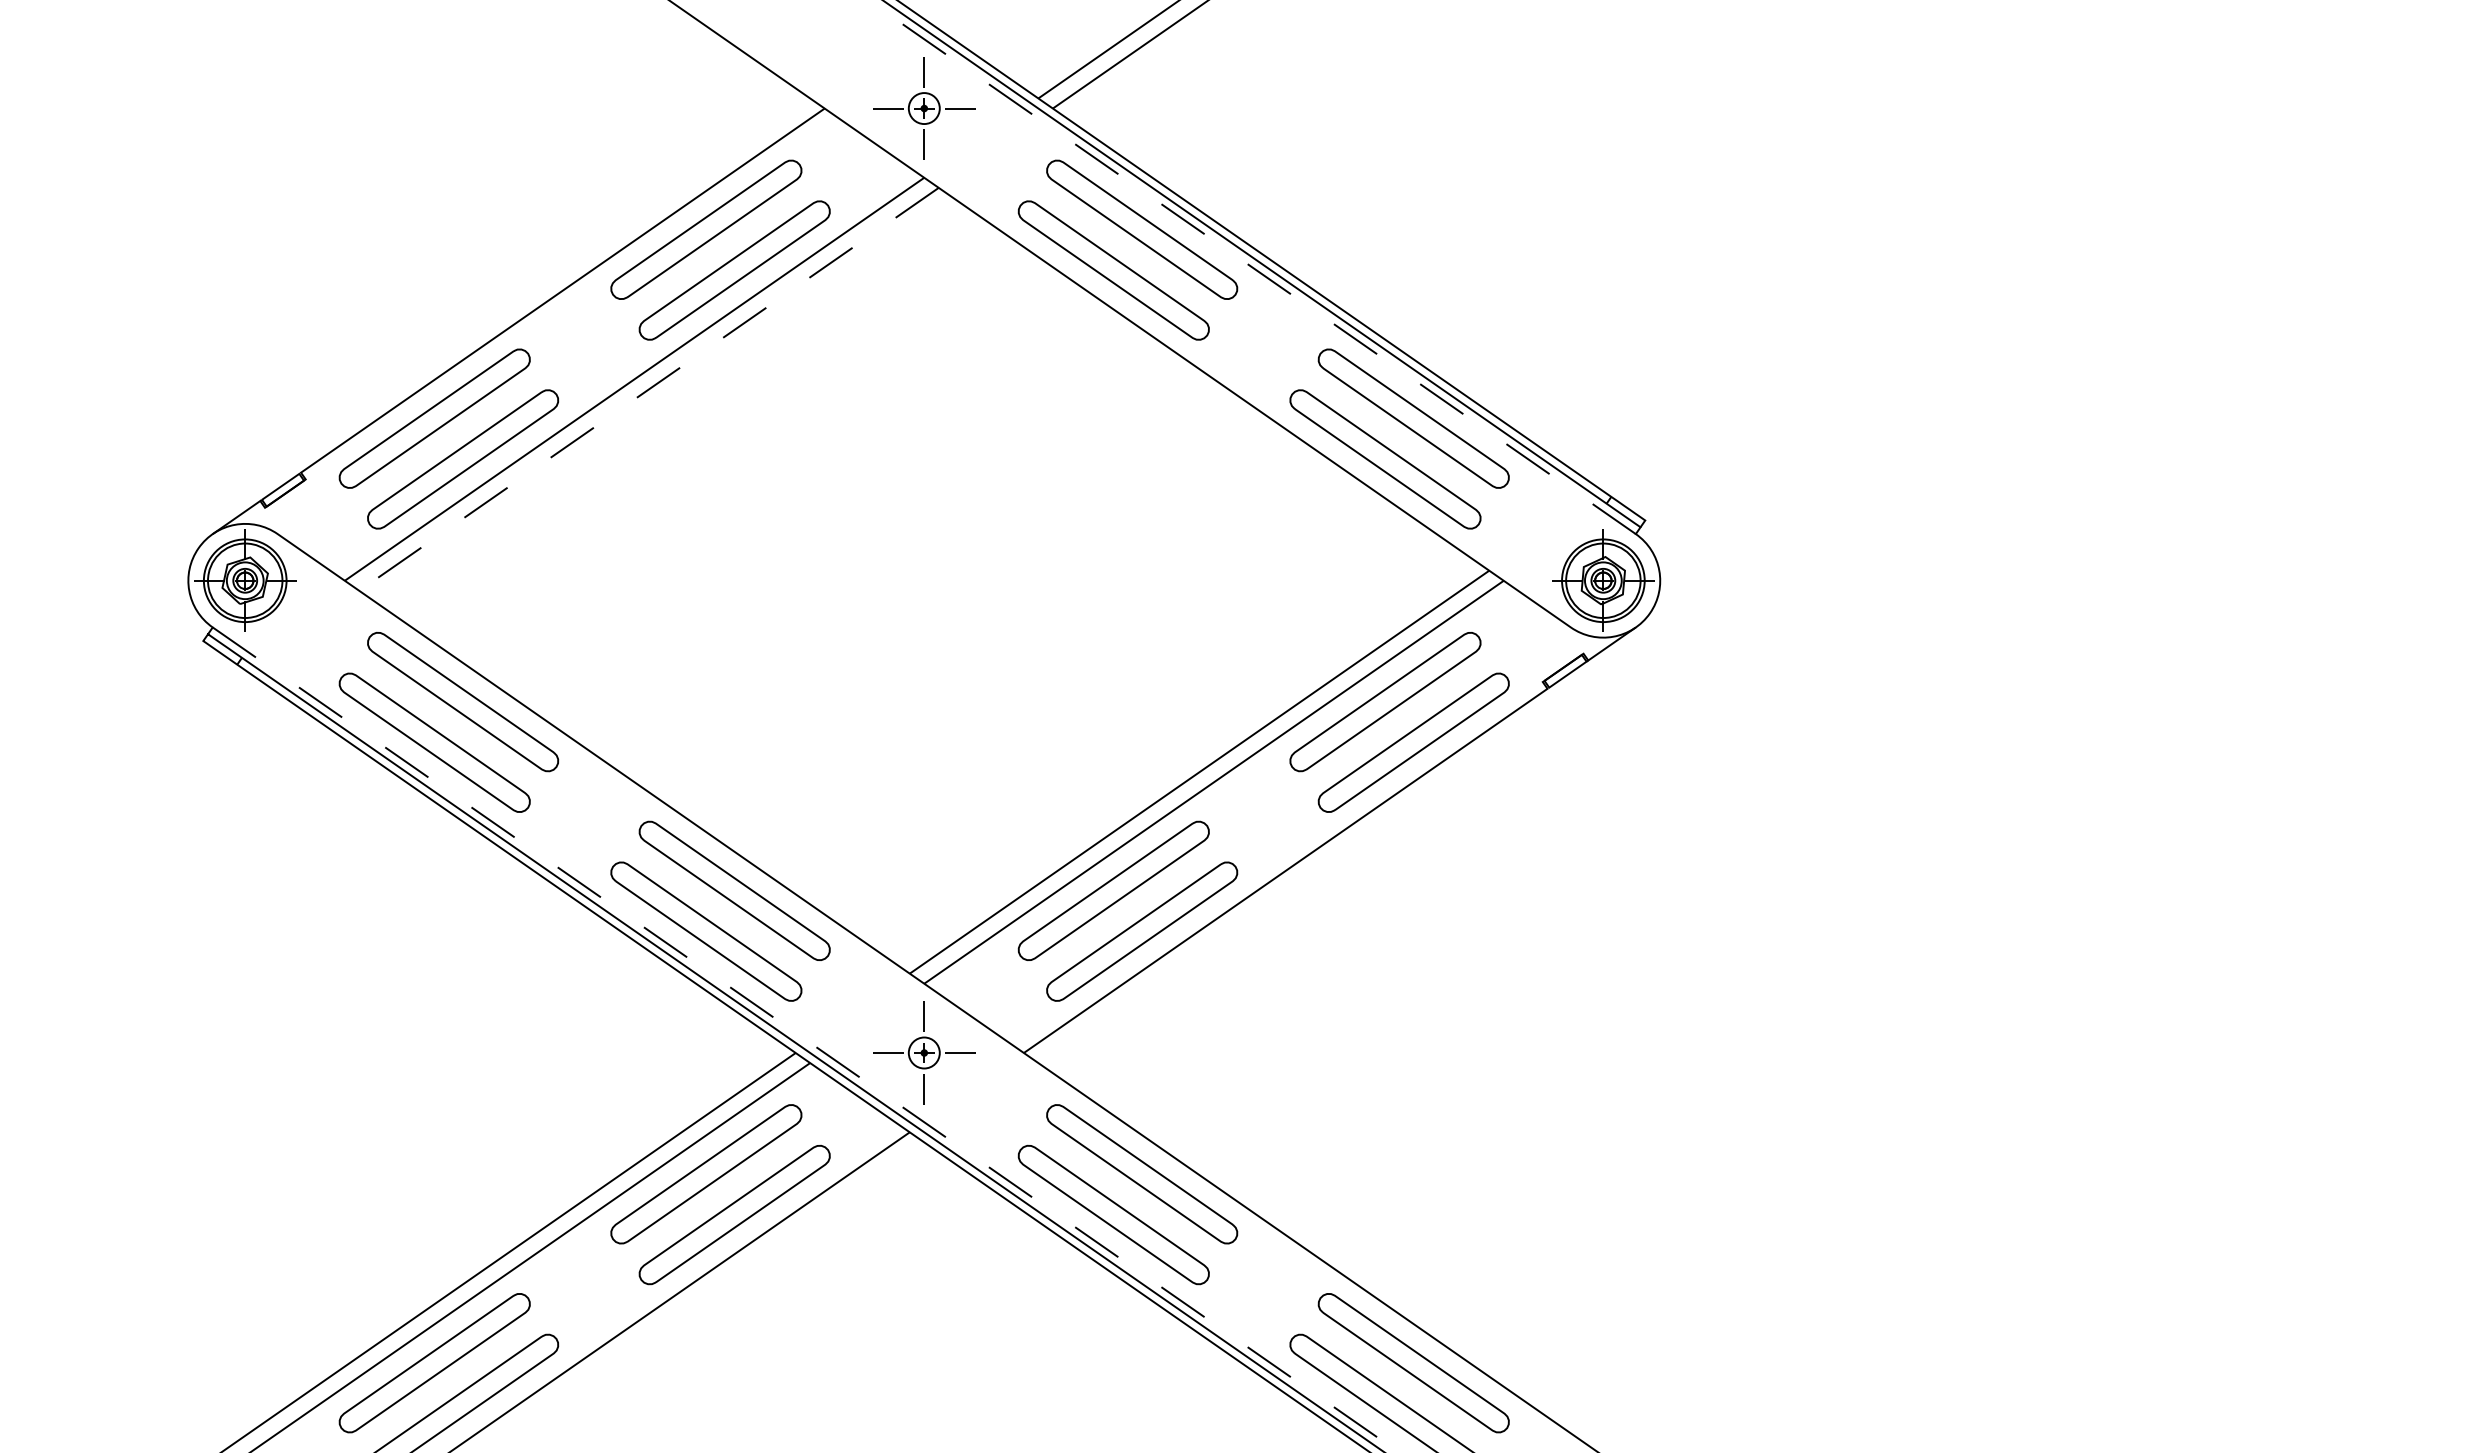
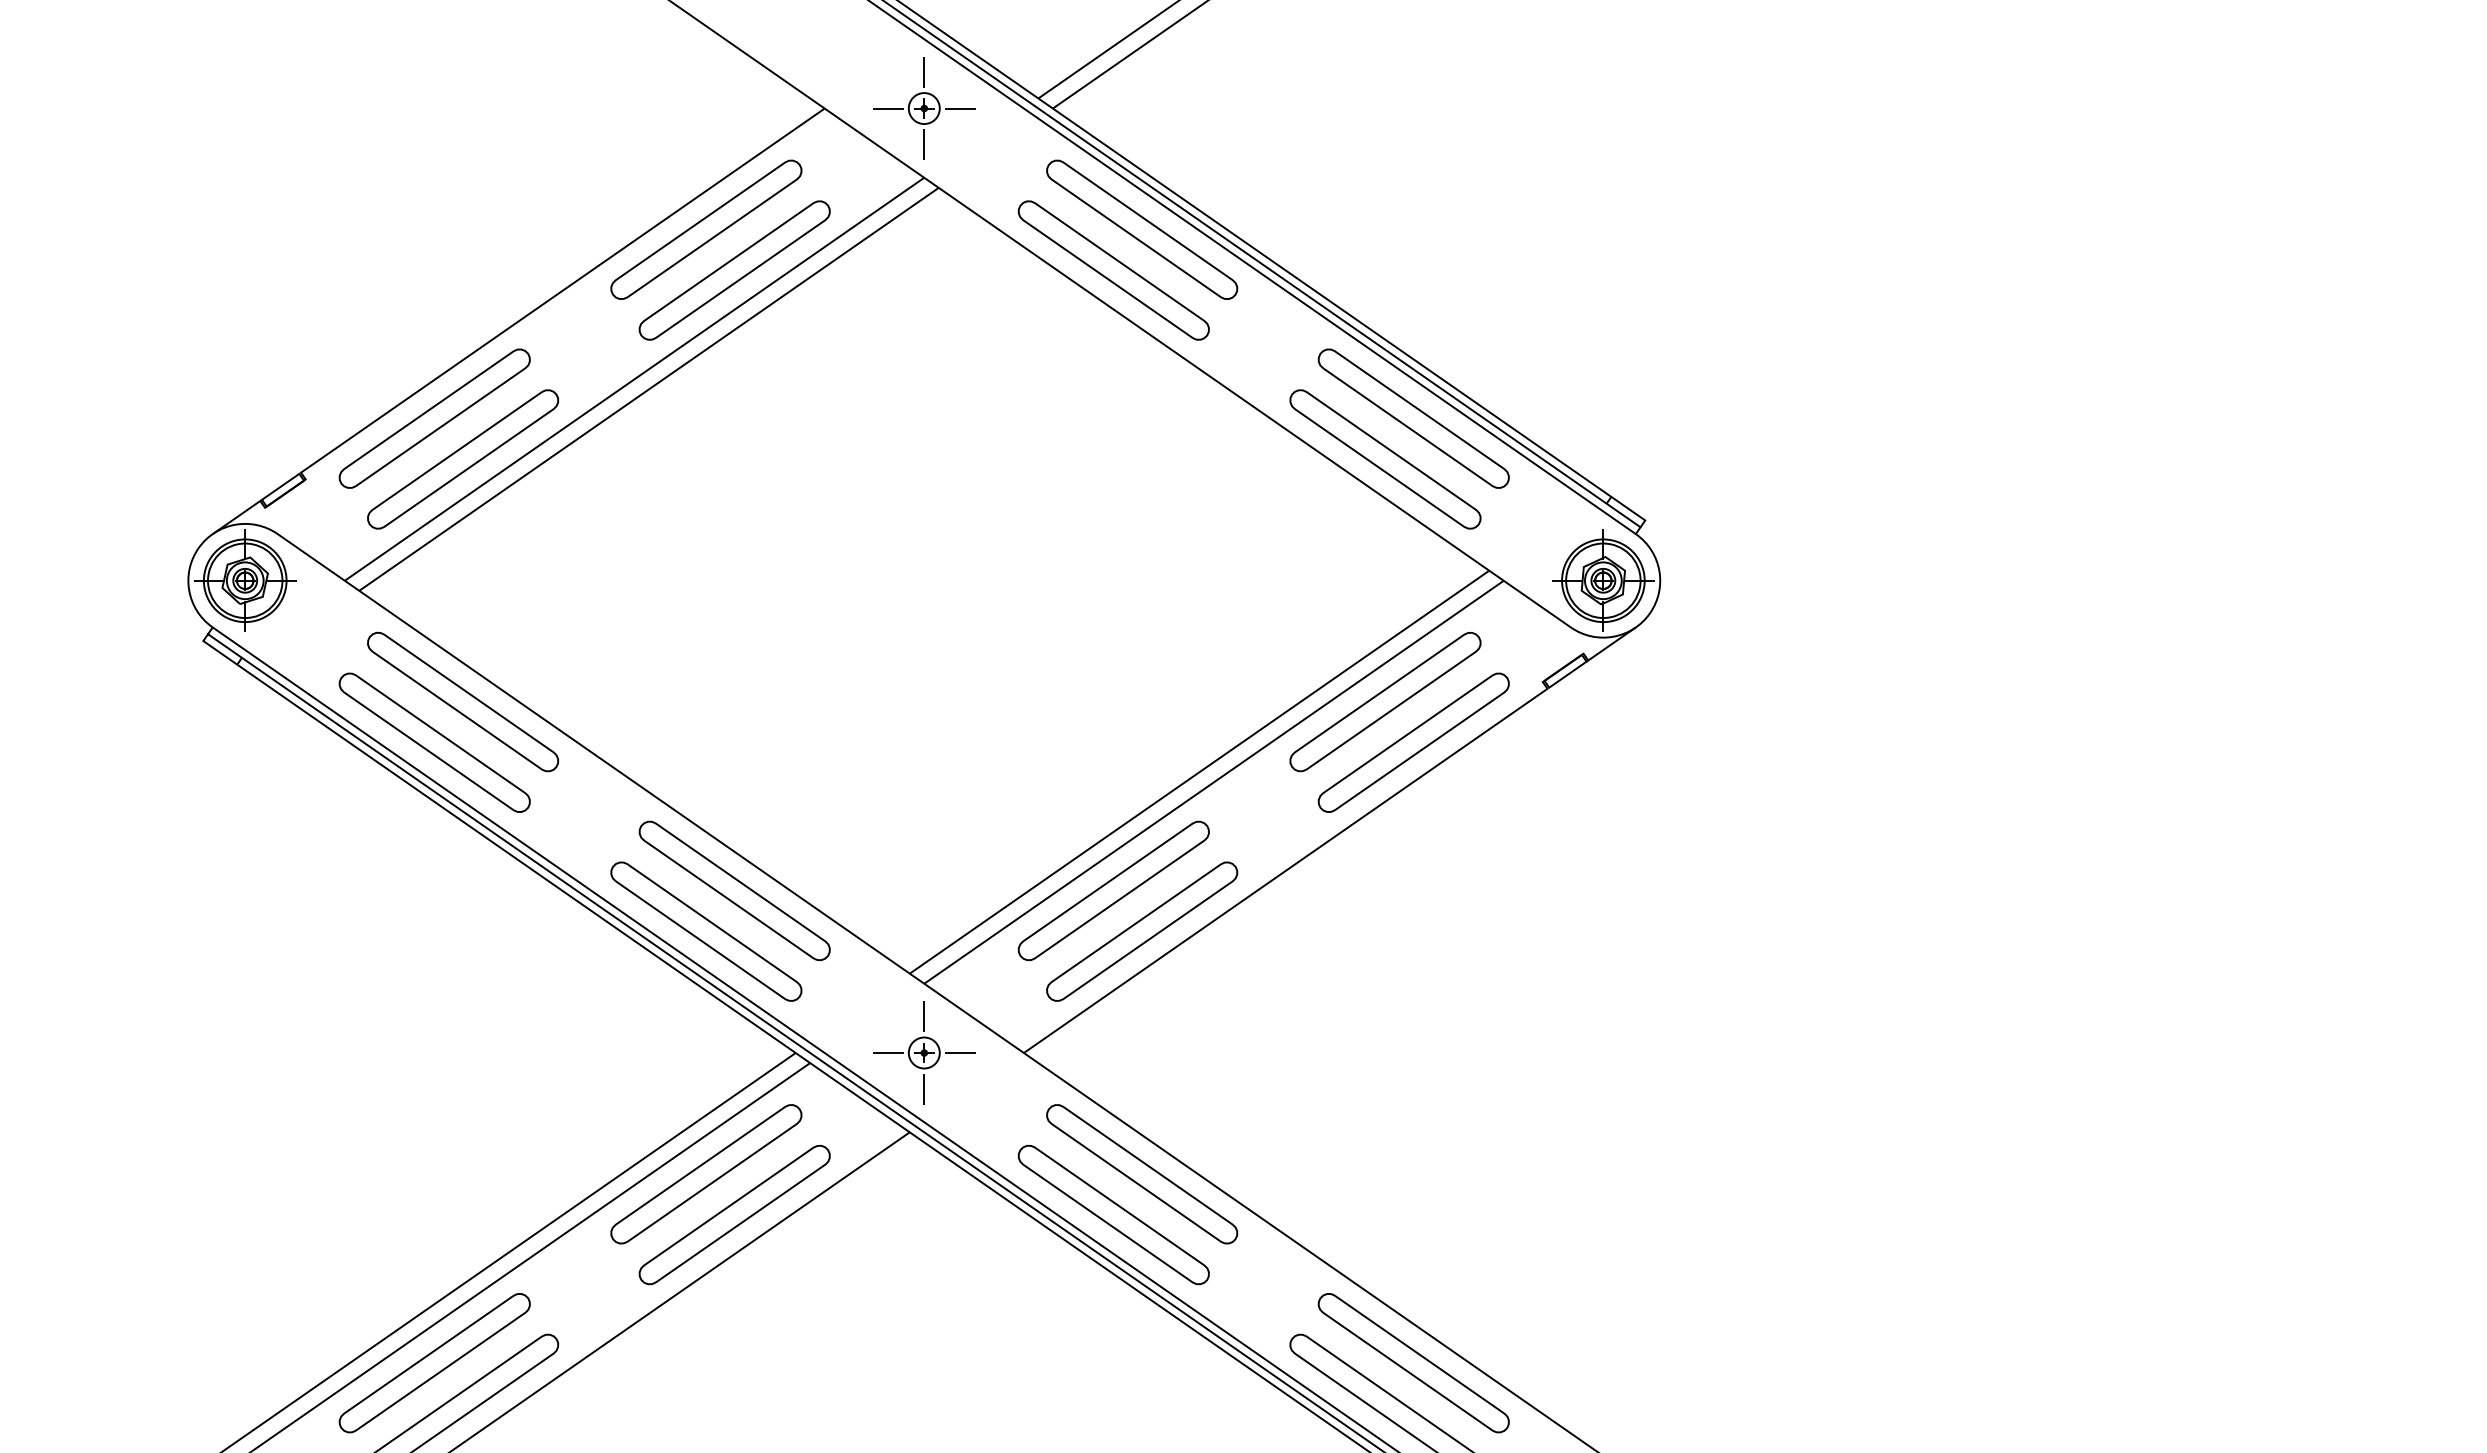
line at (1251, 266): dashed -> solid
line at (649, 389): dashed -> solid
line at (806, 1040): dashed -> solid
